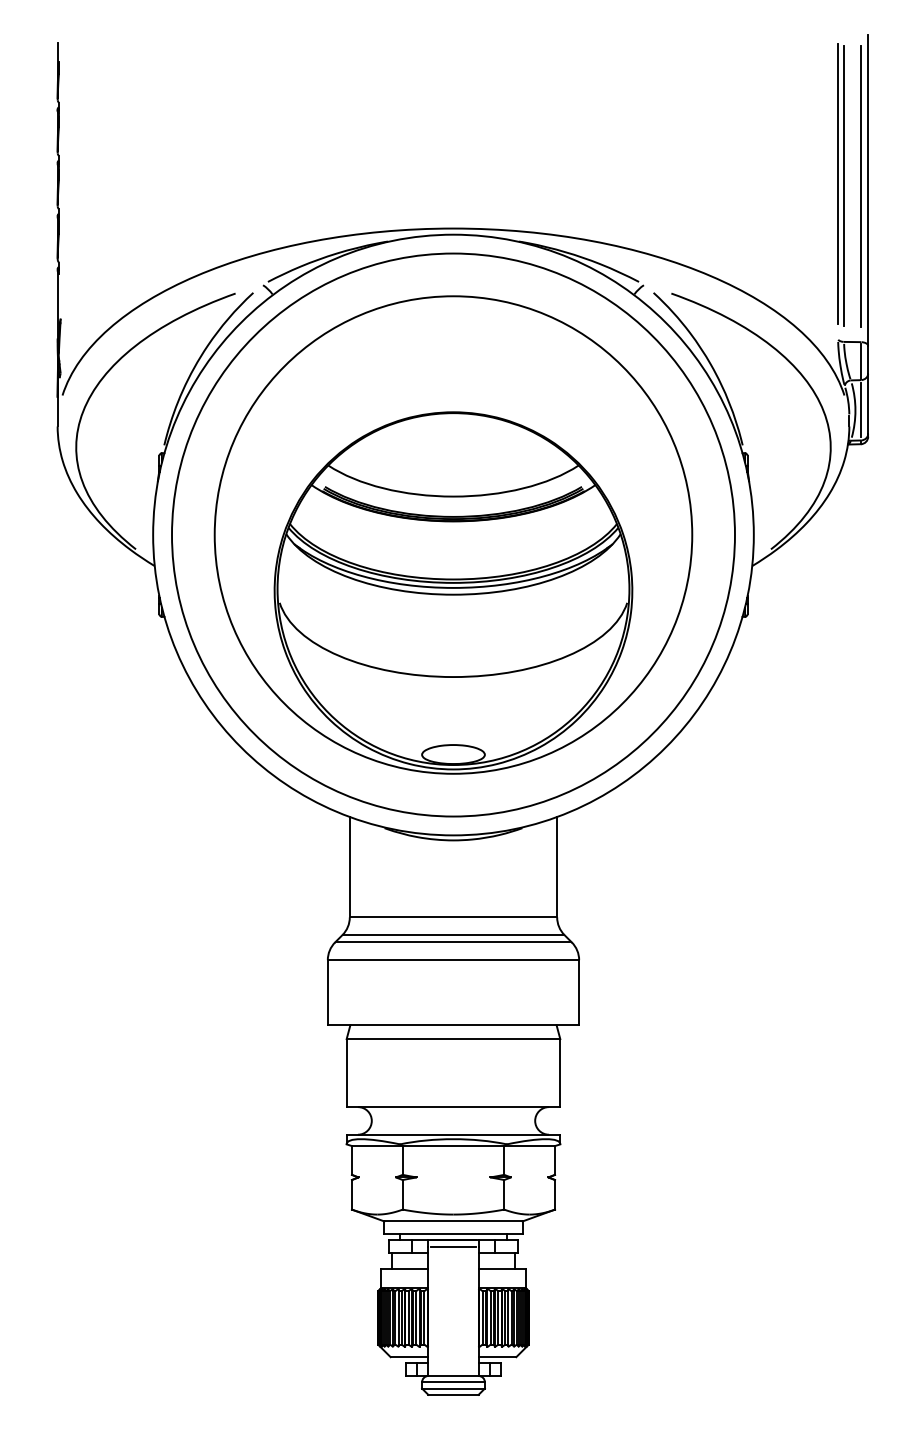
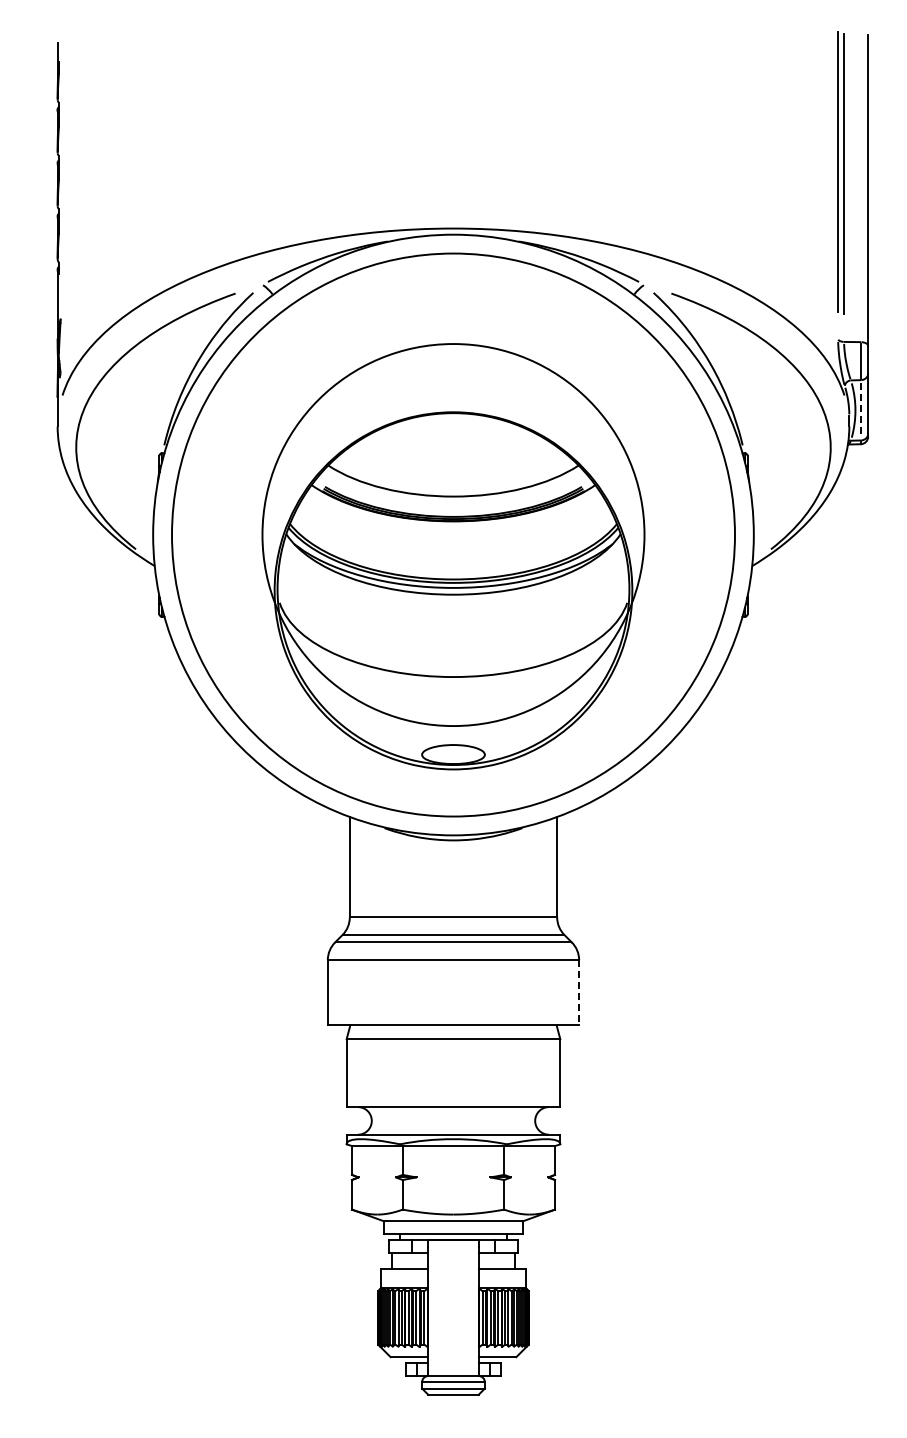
part at (840, 184) position: (840, 184) -> (840, 172)
line at (860, 186): present -> none
line at (860, 410): solid -> dashed
circle at (453, 534) diameter: 478 px -> 382 px
line at (579, 993): solid -> dashed
line at (453, 1247): present -> none
